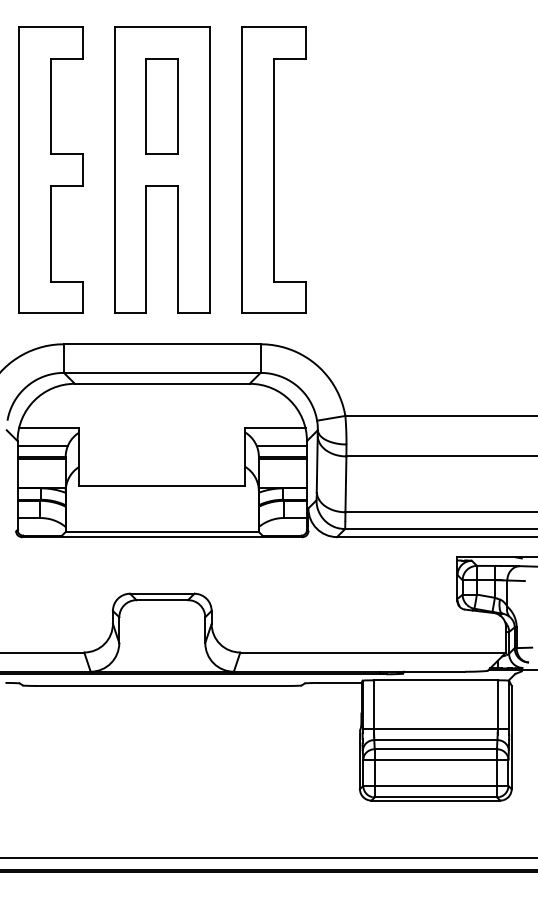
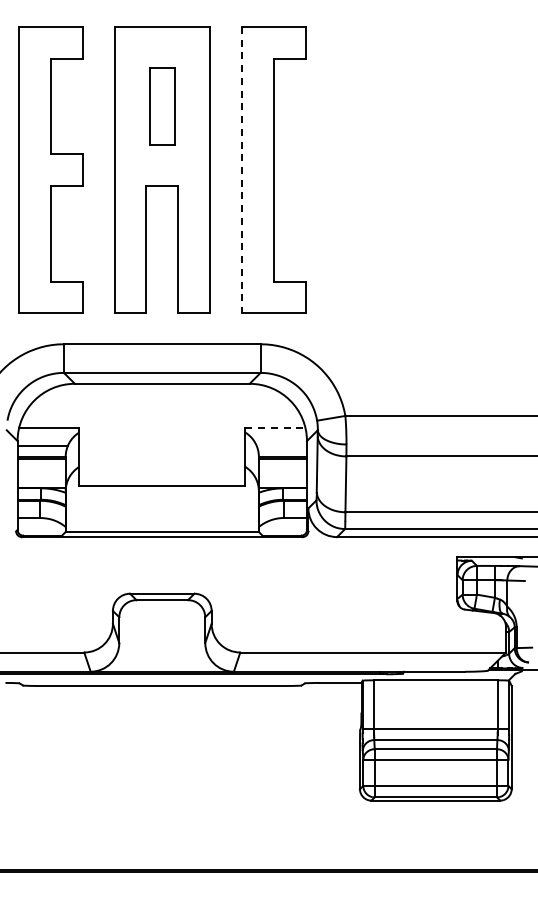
part at (161, 106) size: 34x97 px -> 27x79 px
line at (241, 170): solid -> dashed
line at (275, 428): solid -> dashed
line at (281, 445): present -> none
line at (268, 858): present -> none
